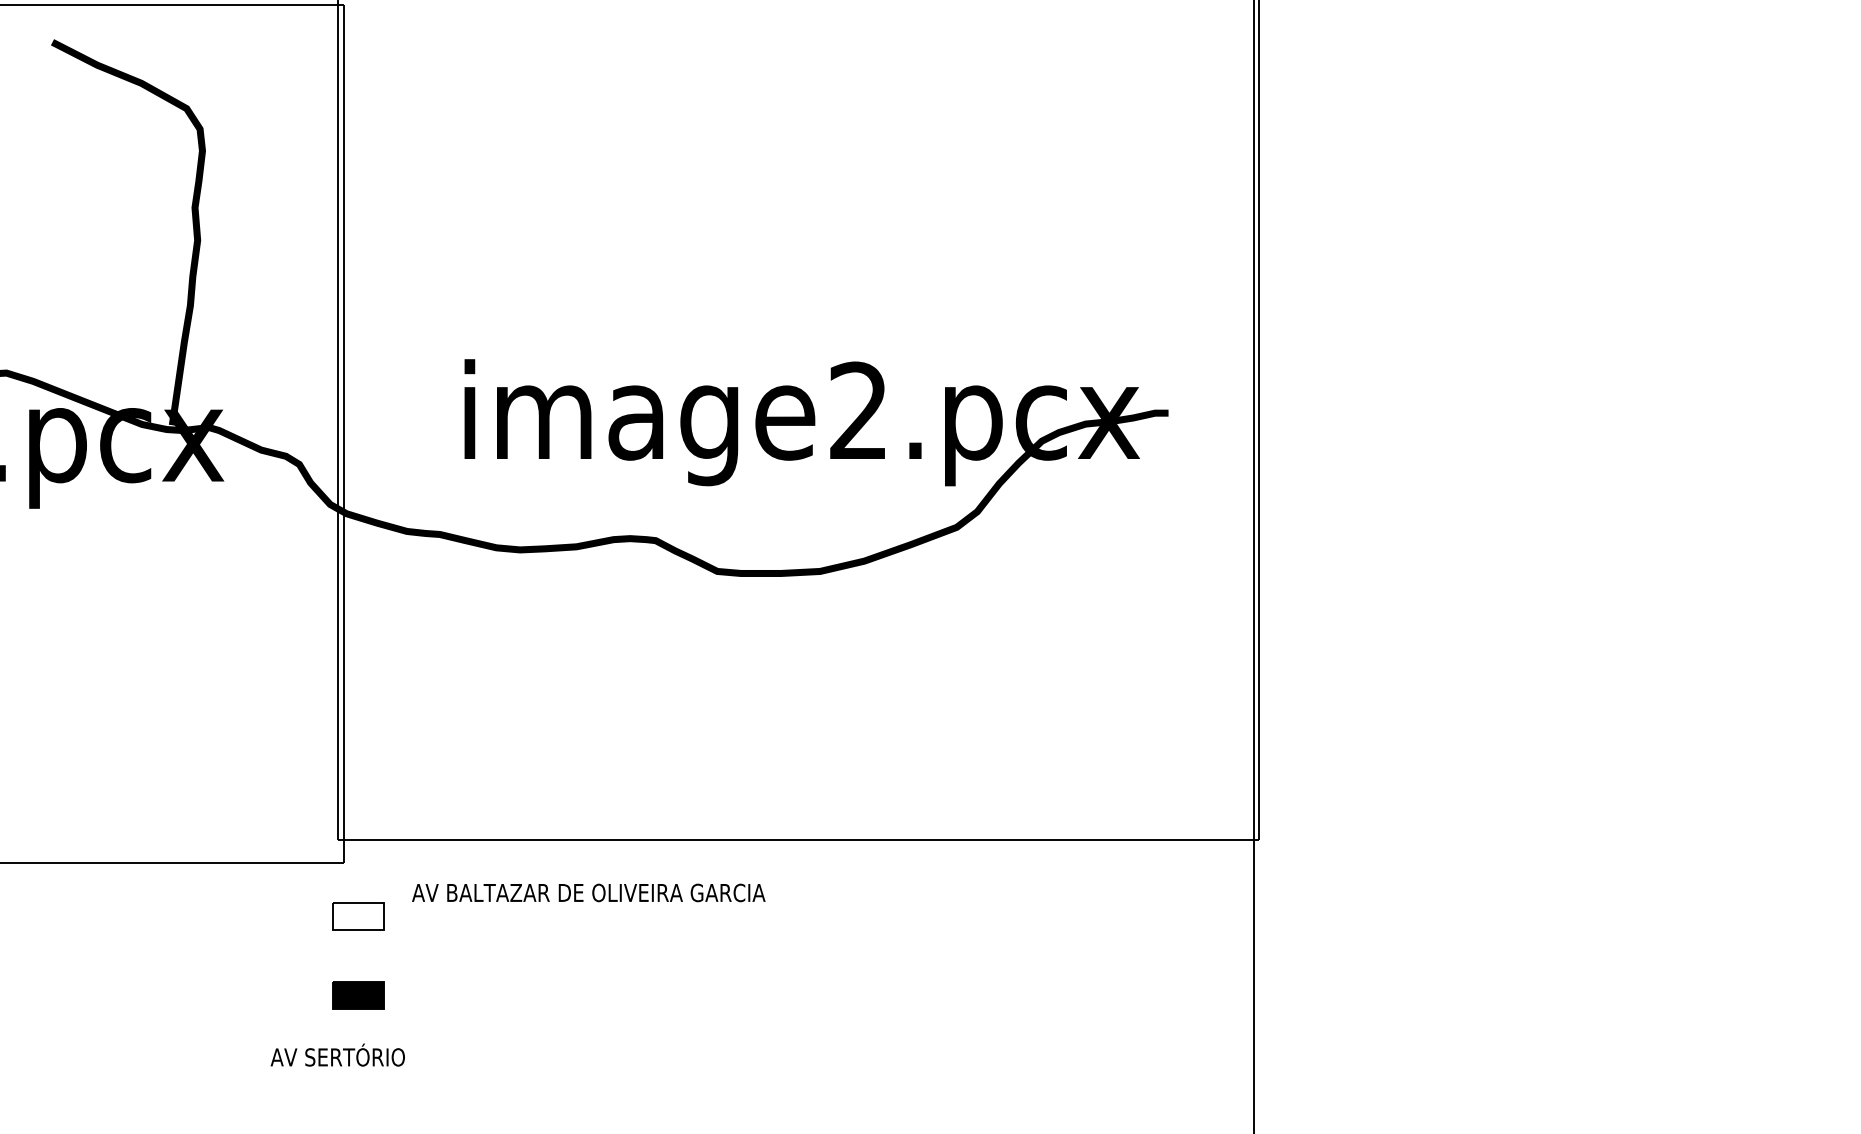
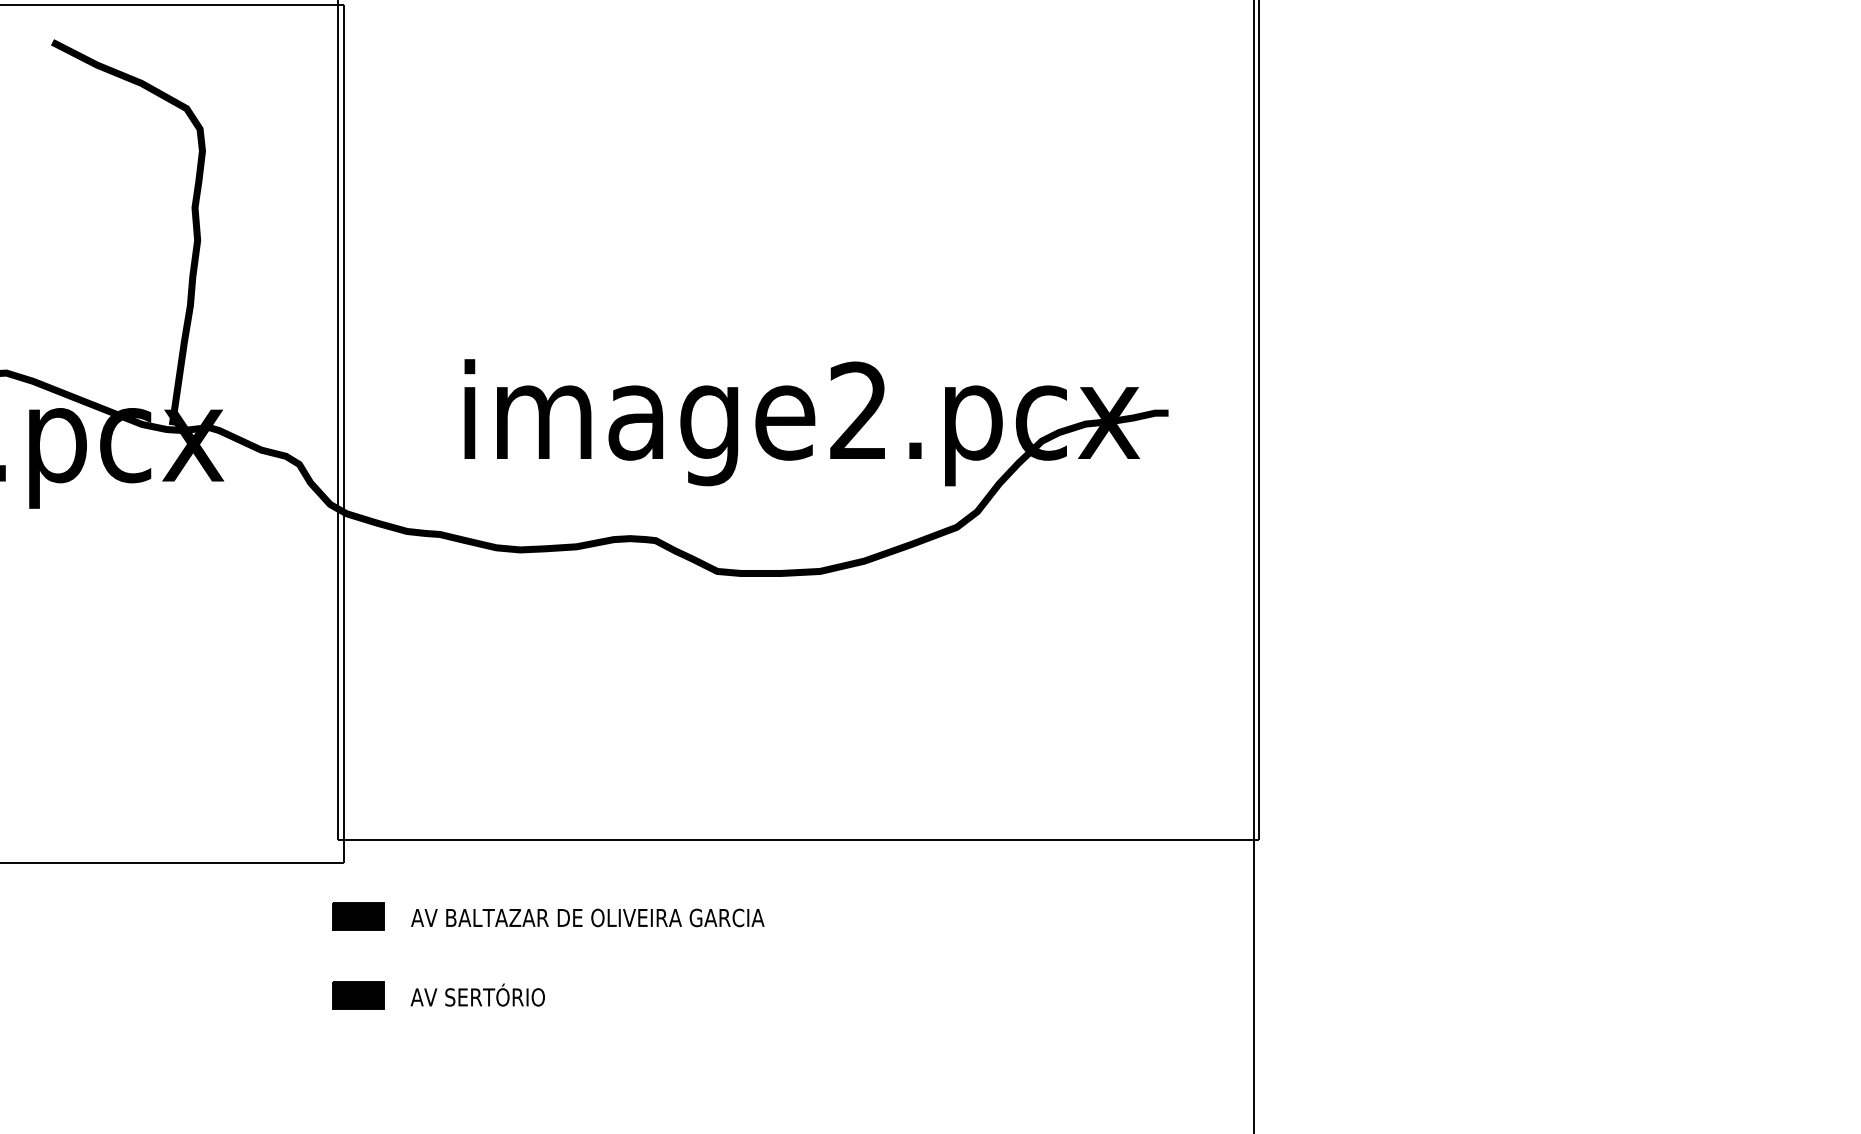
text at (588, 892) position: (588, 892) -> (587, 917)
fill at (358, 915): none -> present
text at (337, 1054) position: (337, 1054) -> (477, 994)
